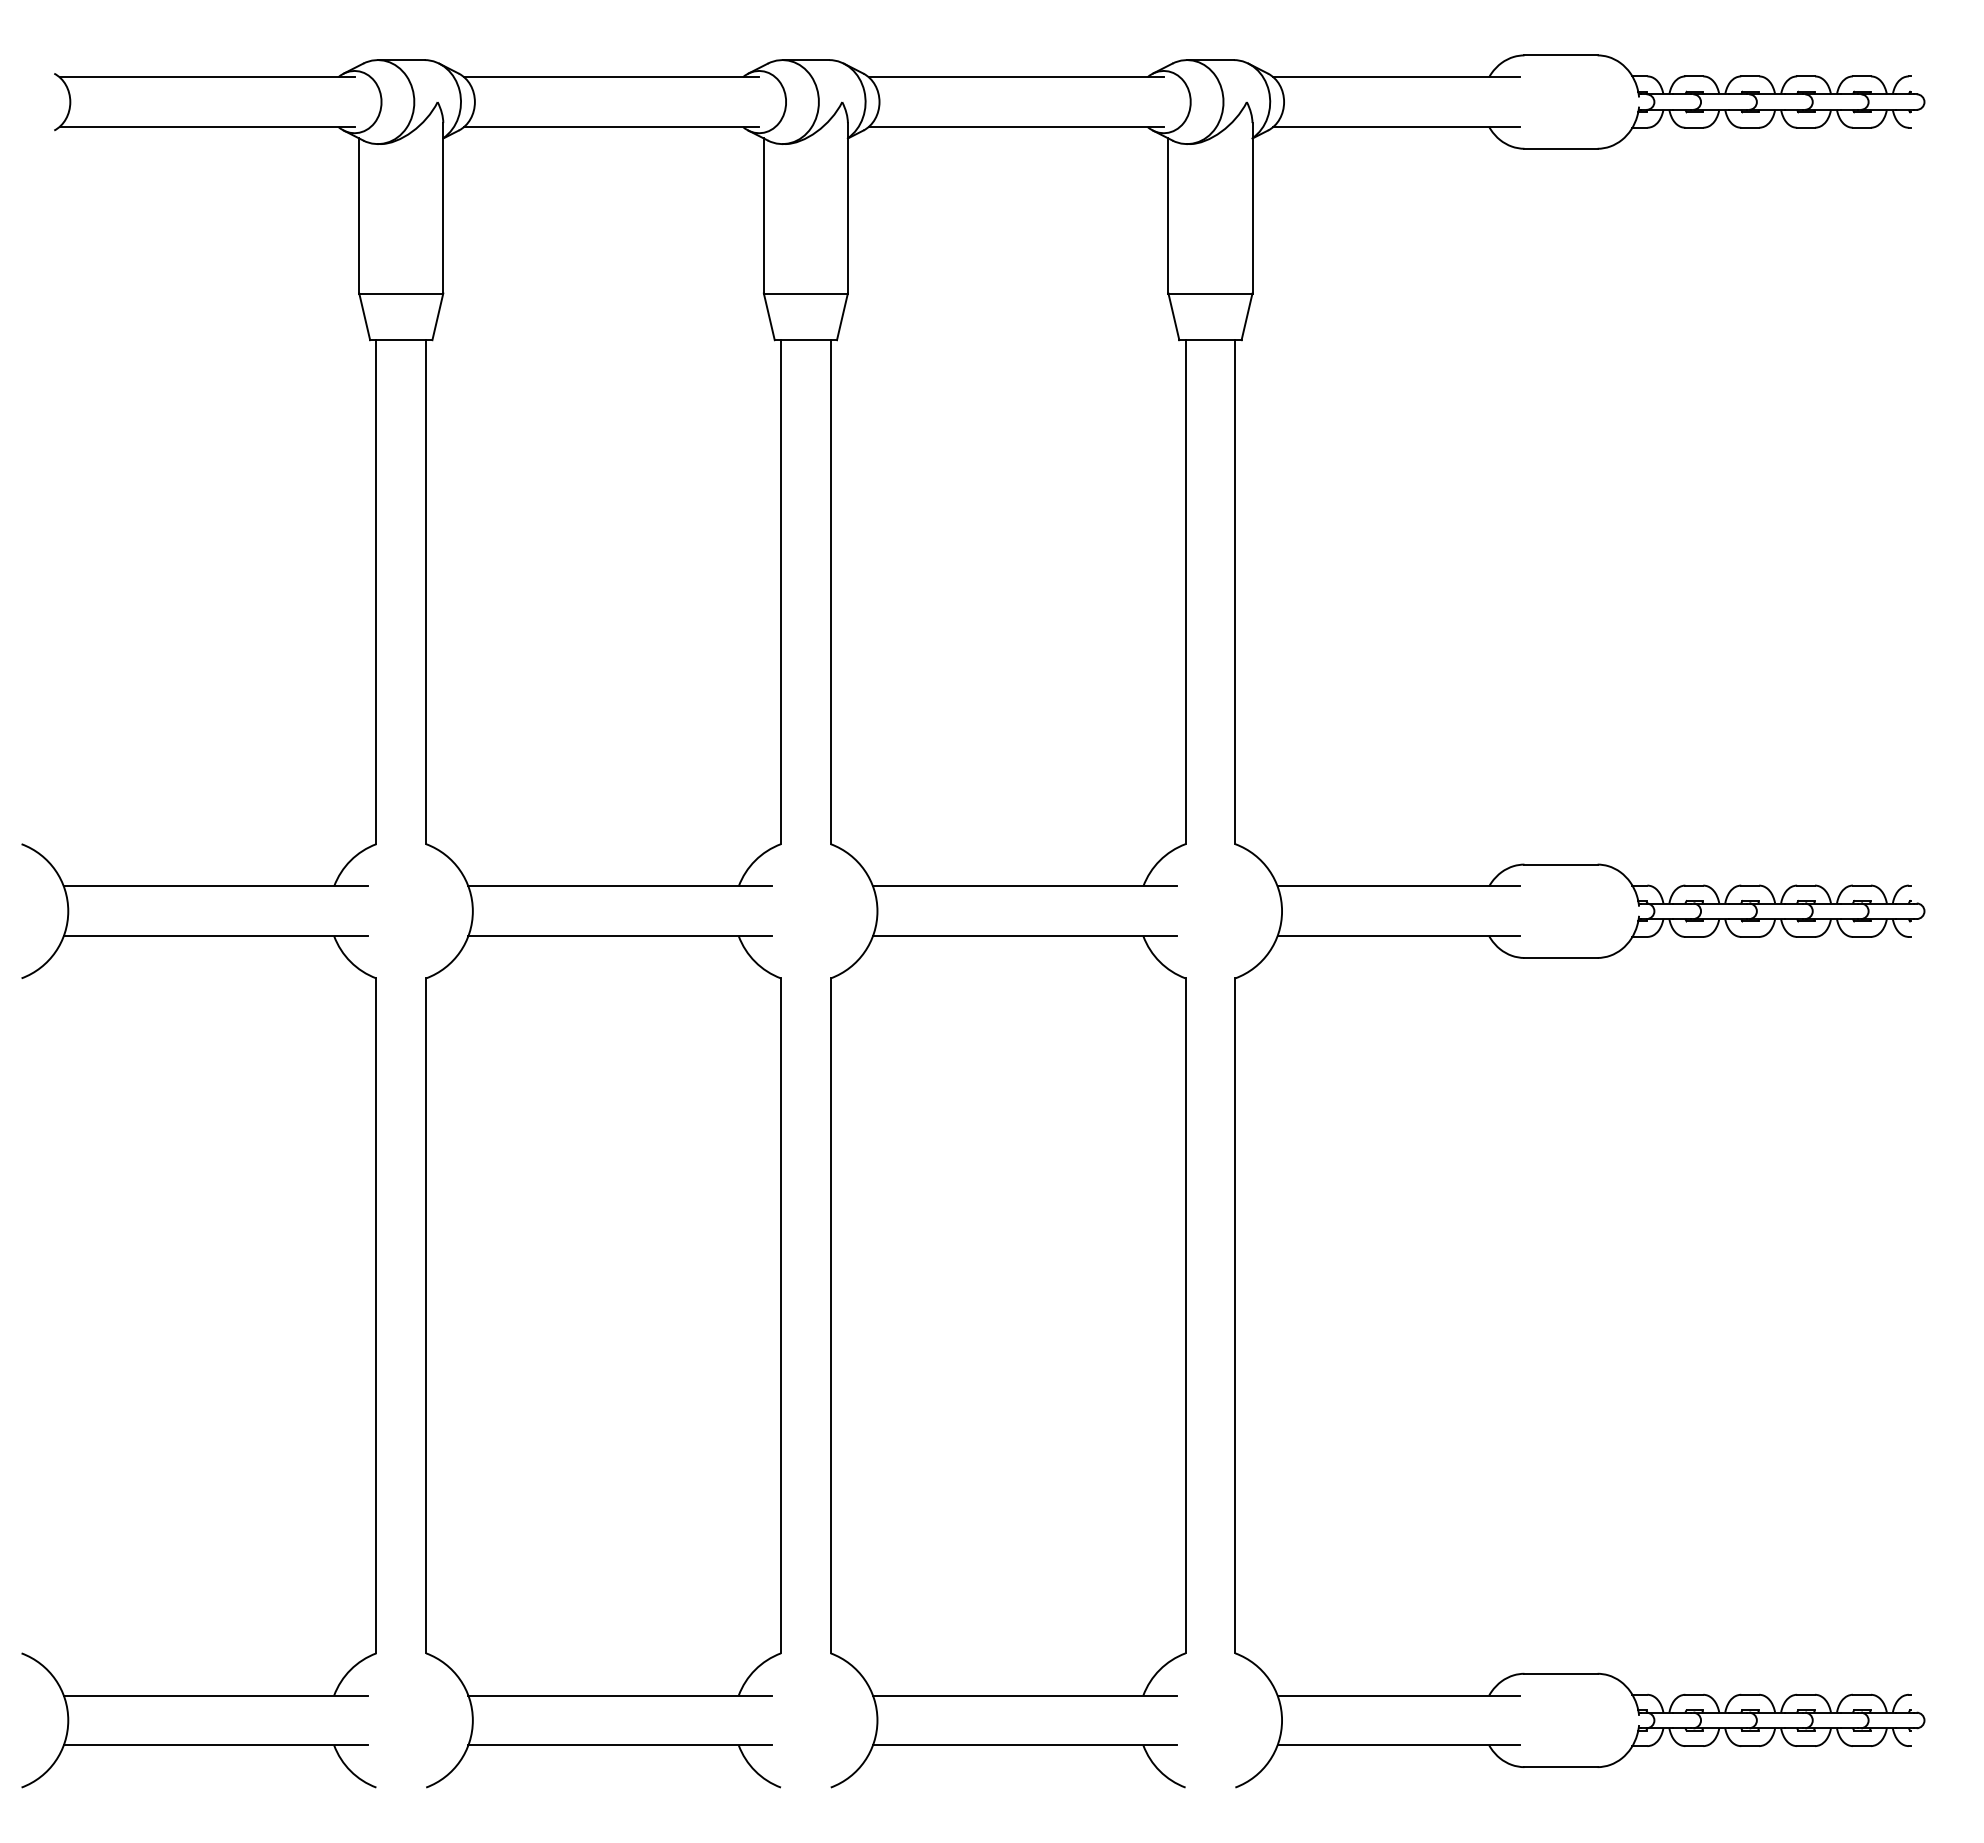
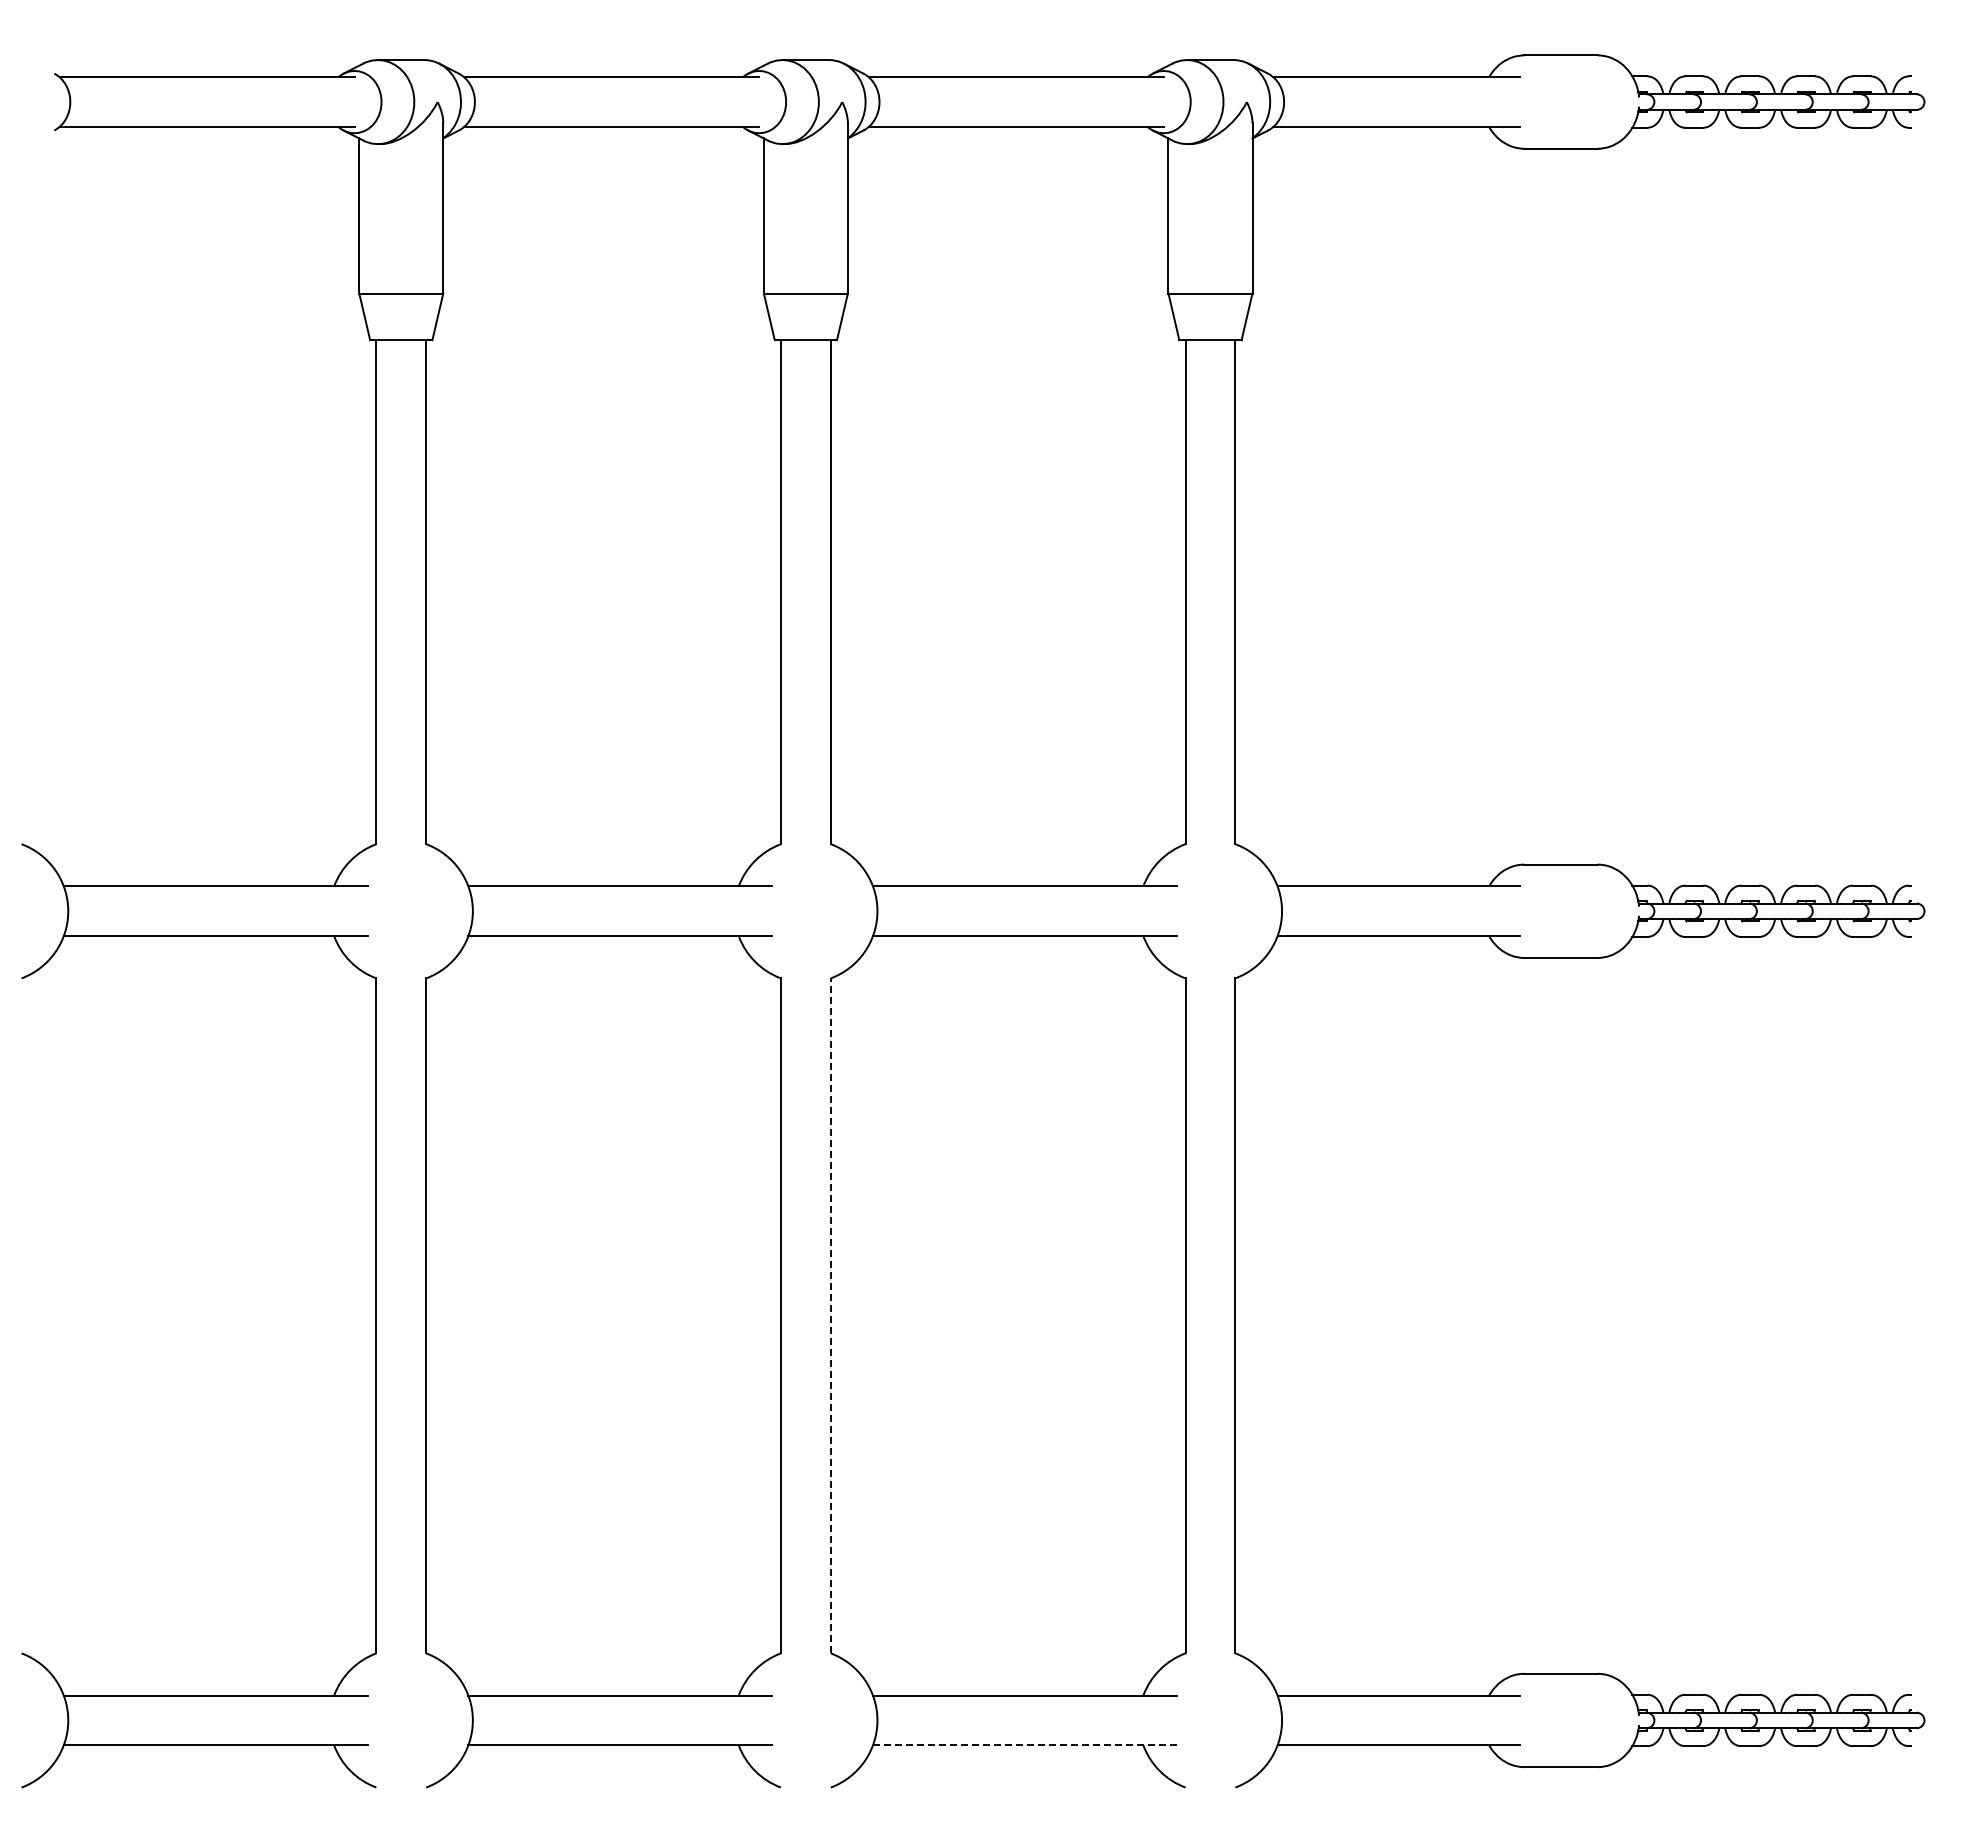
line at (830, 1315): solid -> dashed
line at (1024, 1745): solid -> dashed
